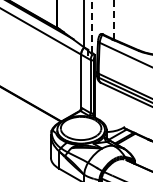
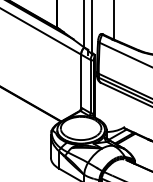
line at (114, 20): dashed -> solid
line at (92, 27): dashed -> solid
